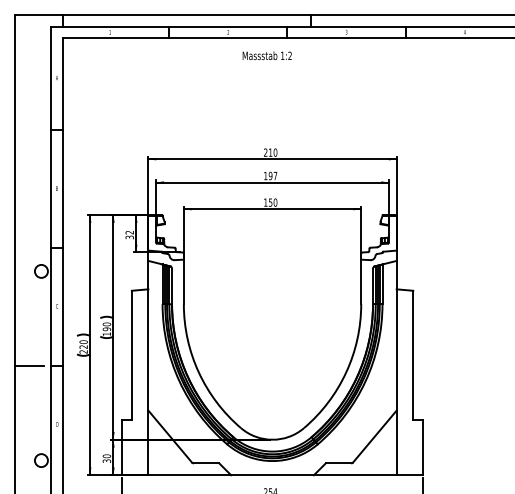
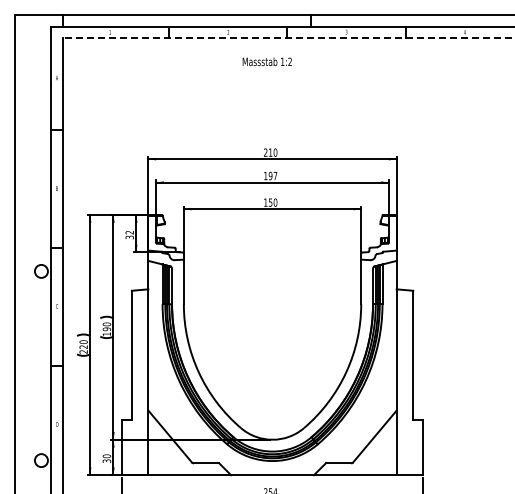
line at (288, 38): solid -> dashed
text at (266, 55) position: (266, 55) -> (266, 61)
line at (29, 366): present -> none
